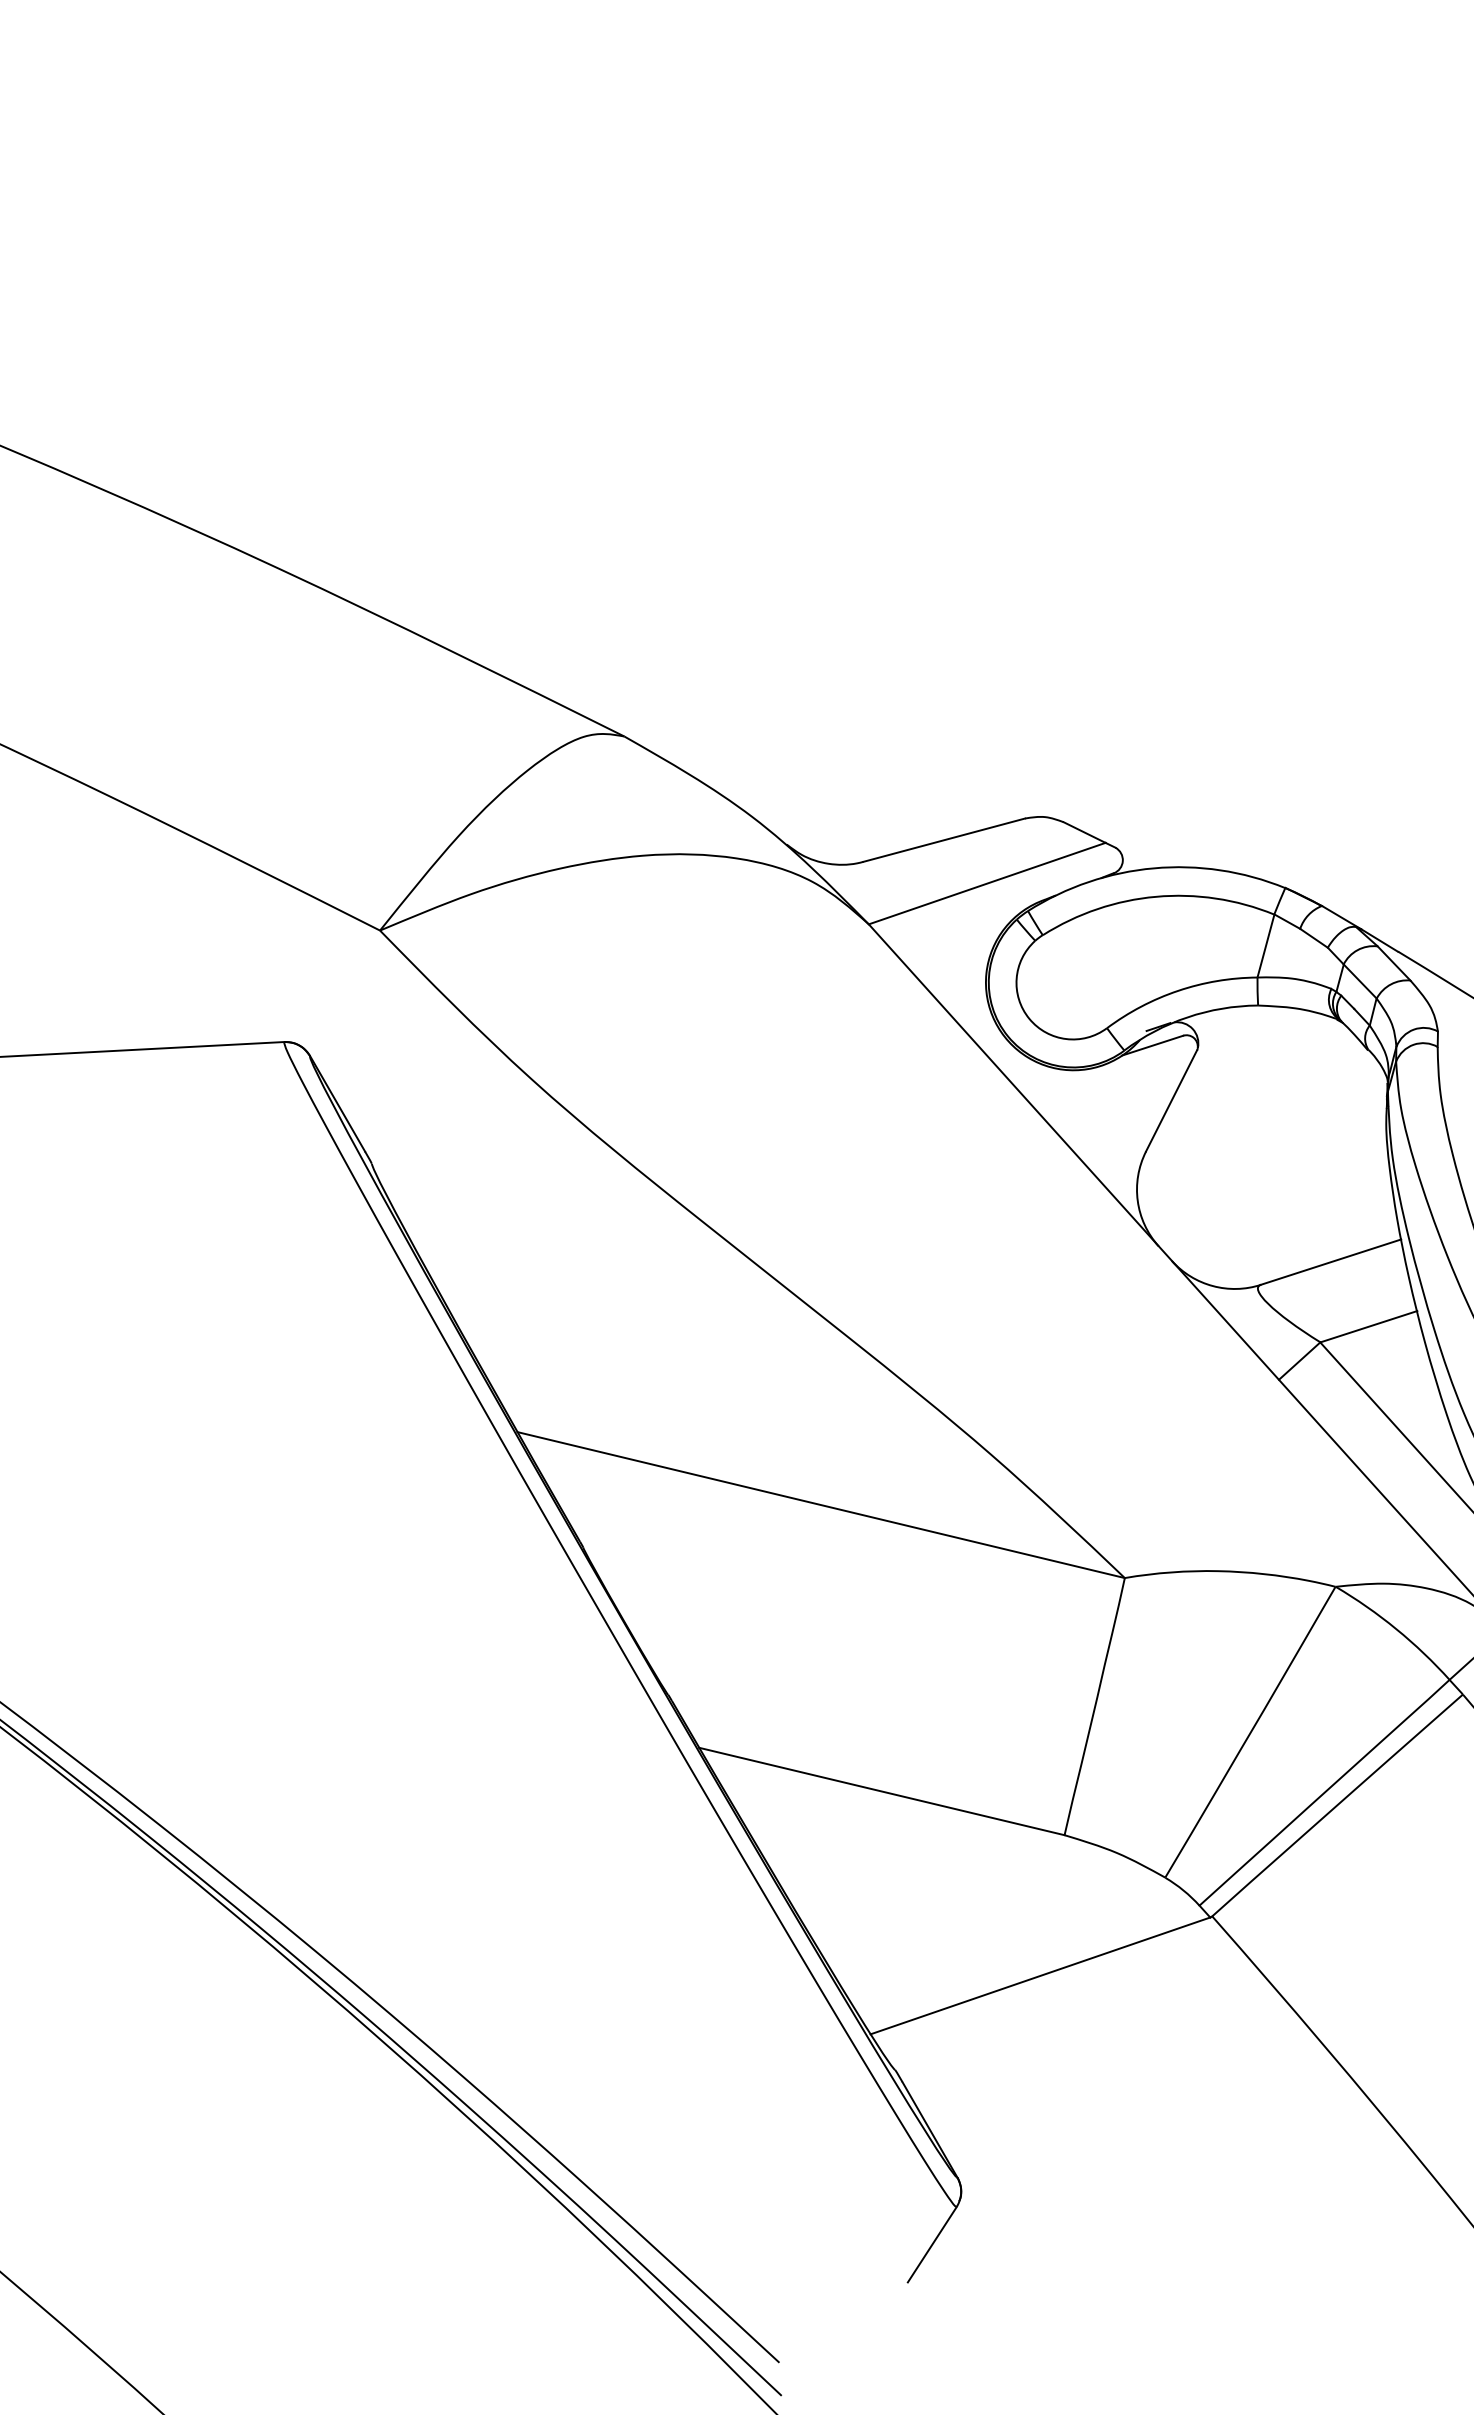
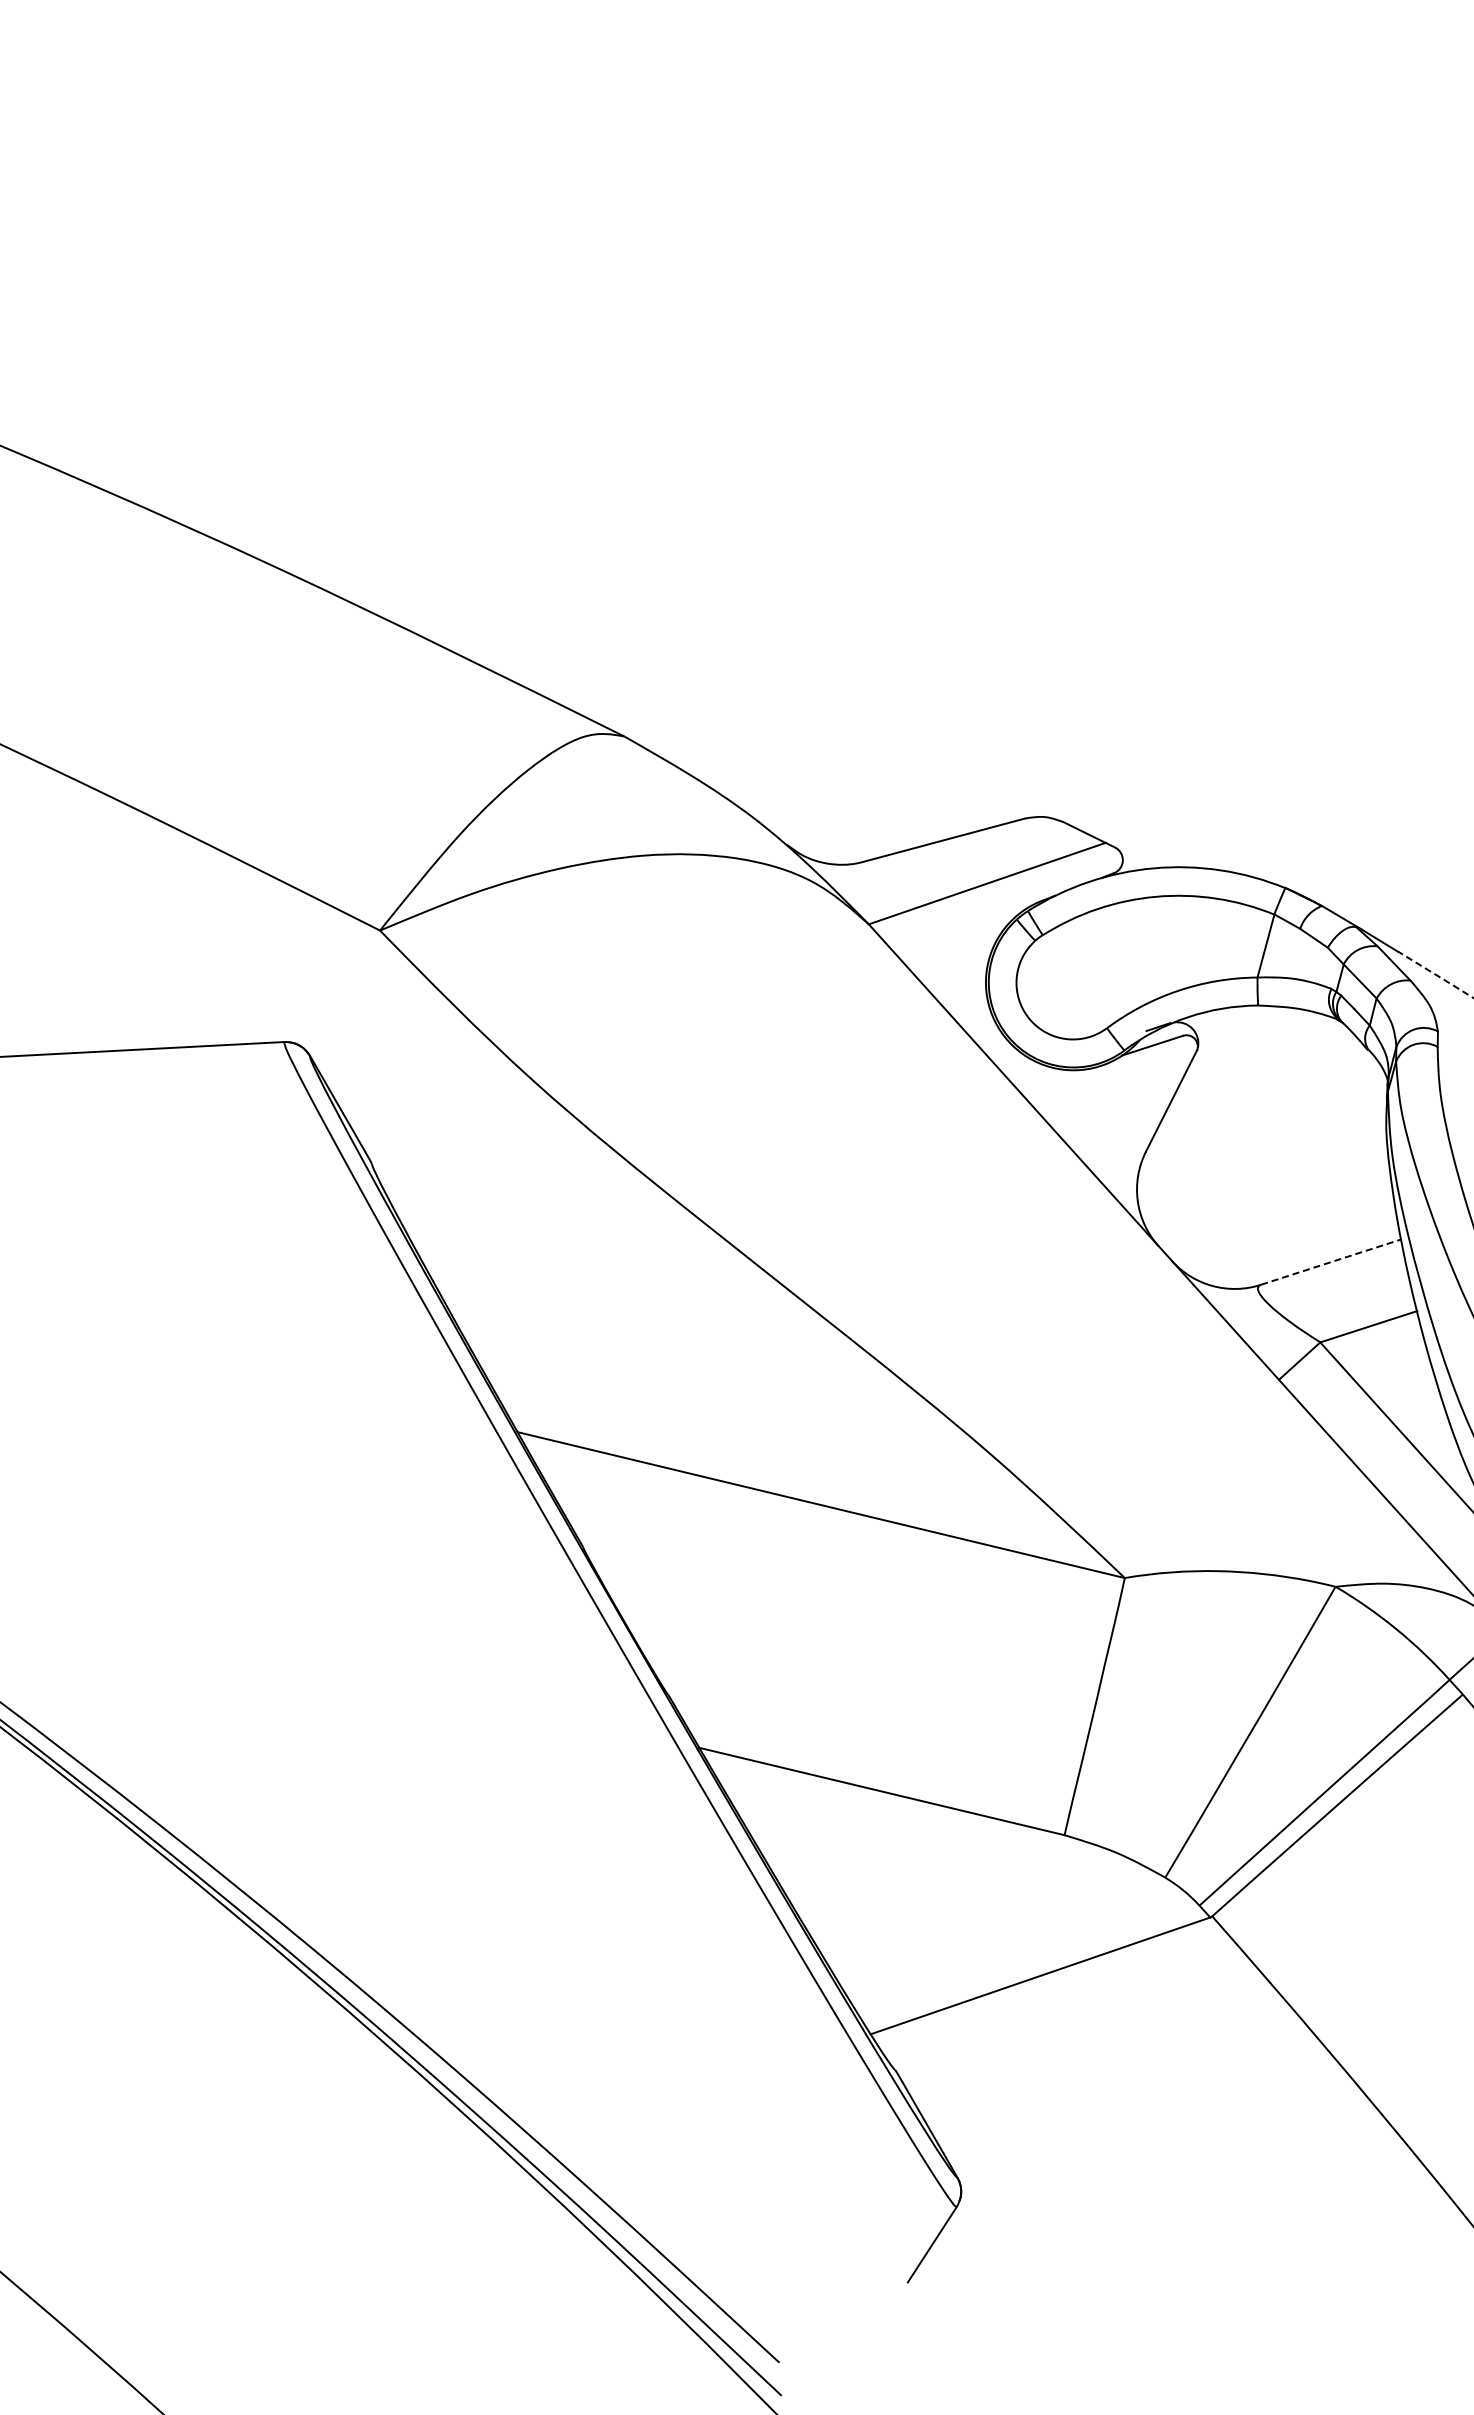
arc at (1436, 974): solid -> dashed
line at (1331, 1262): solid -> dashed
